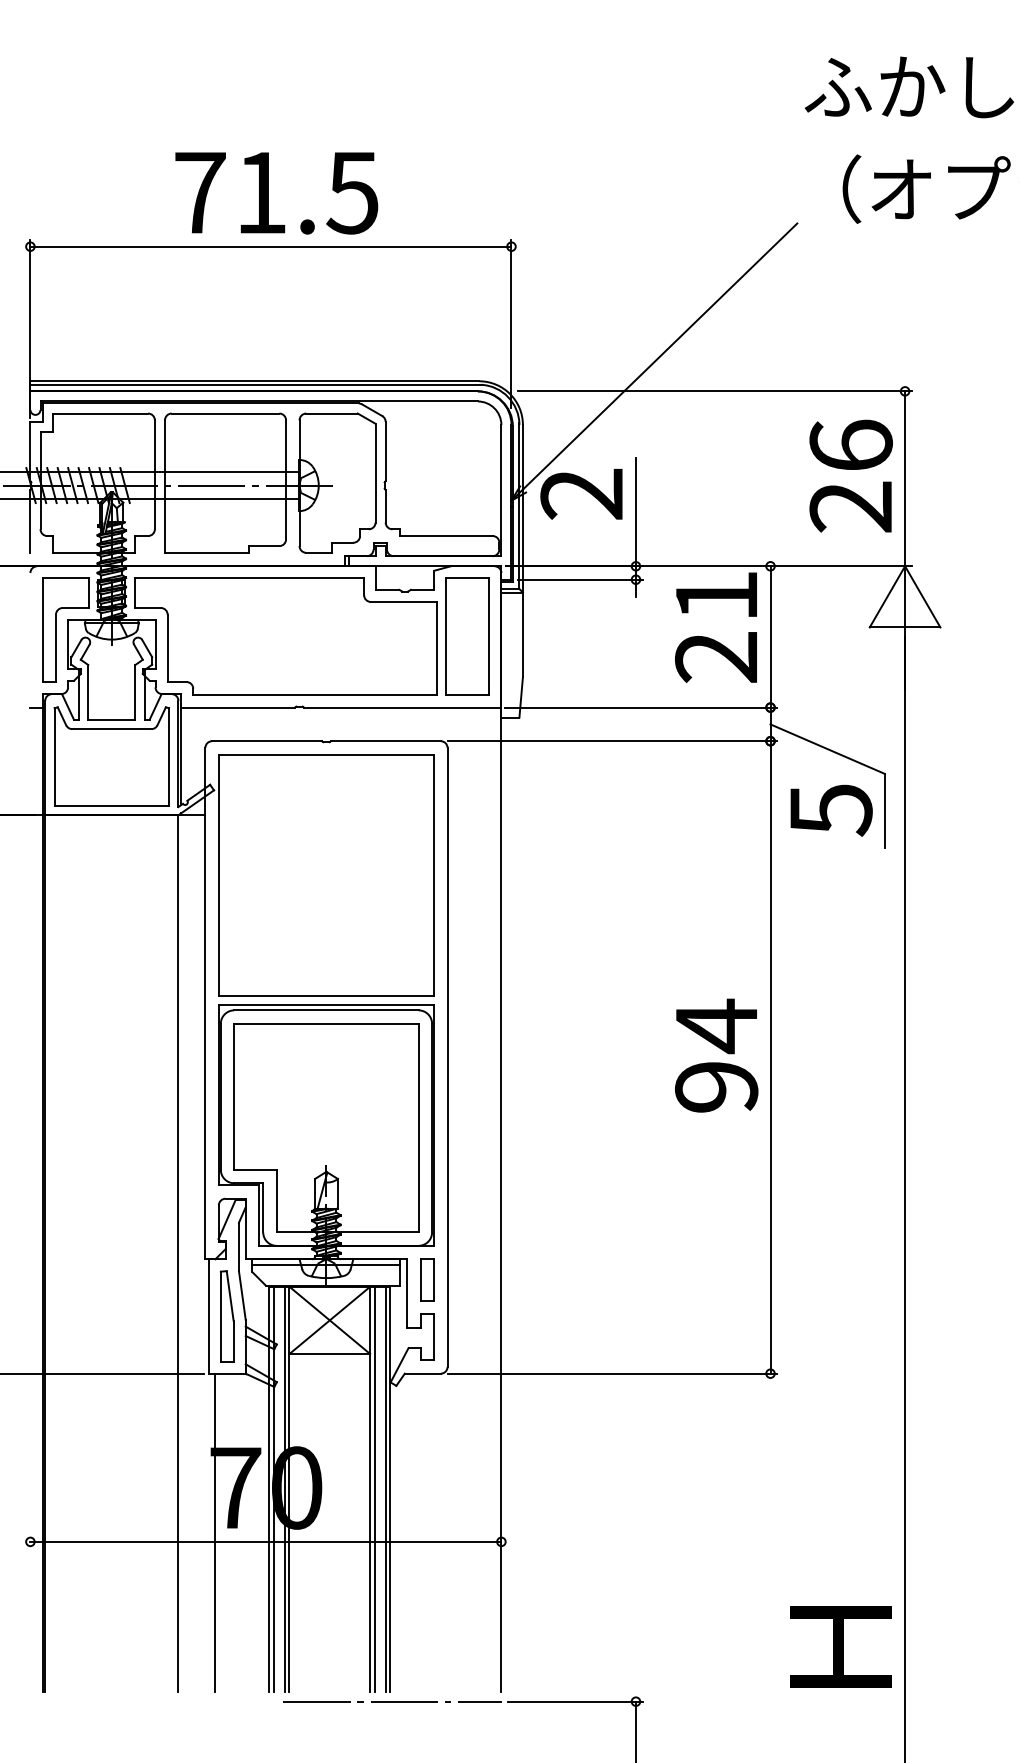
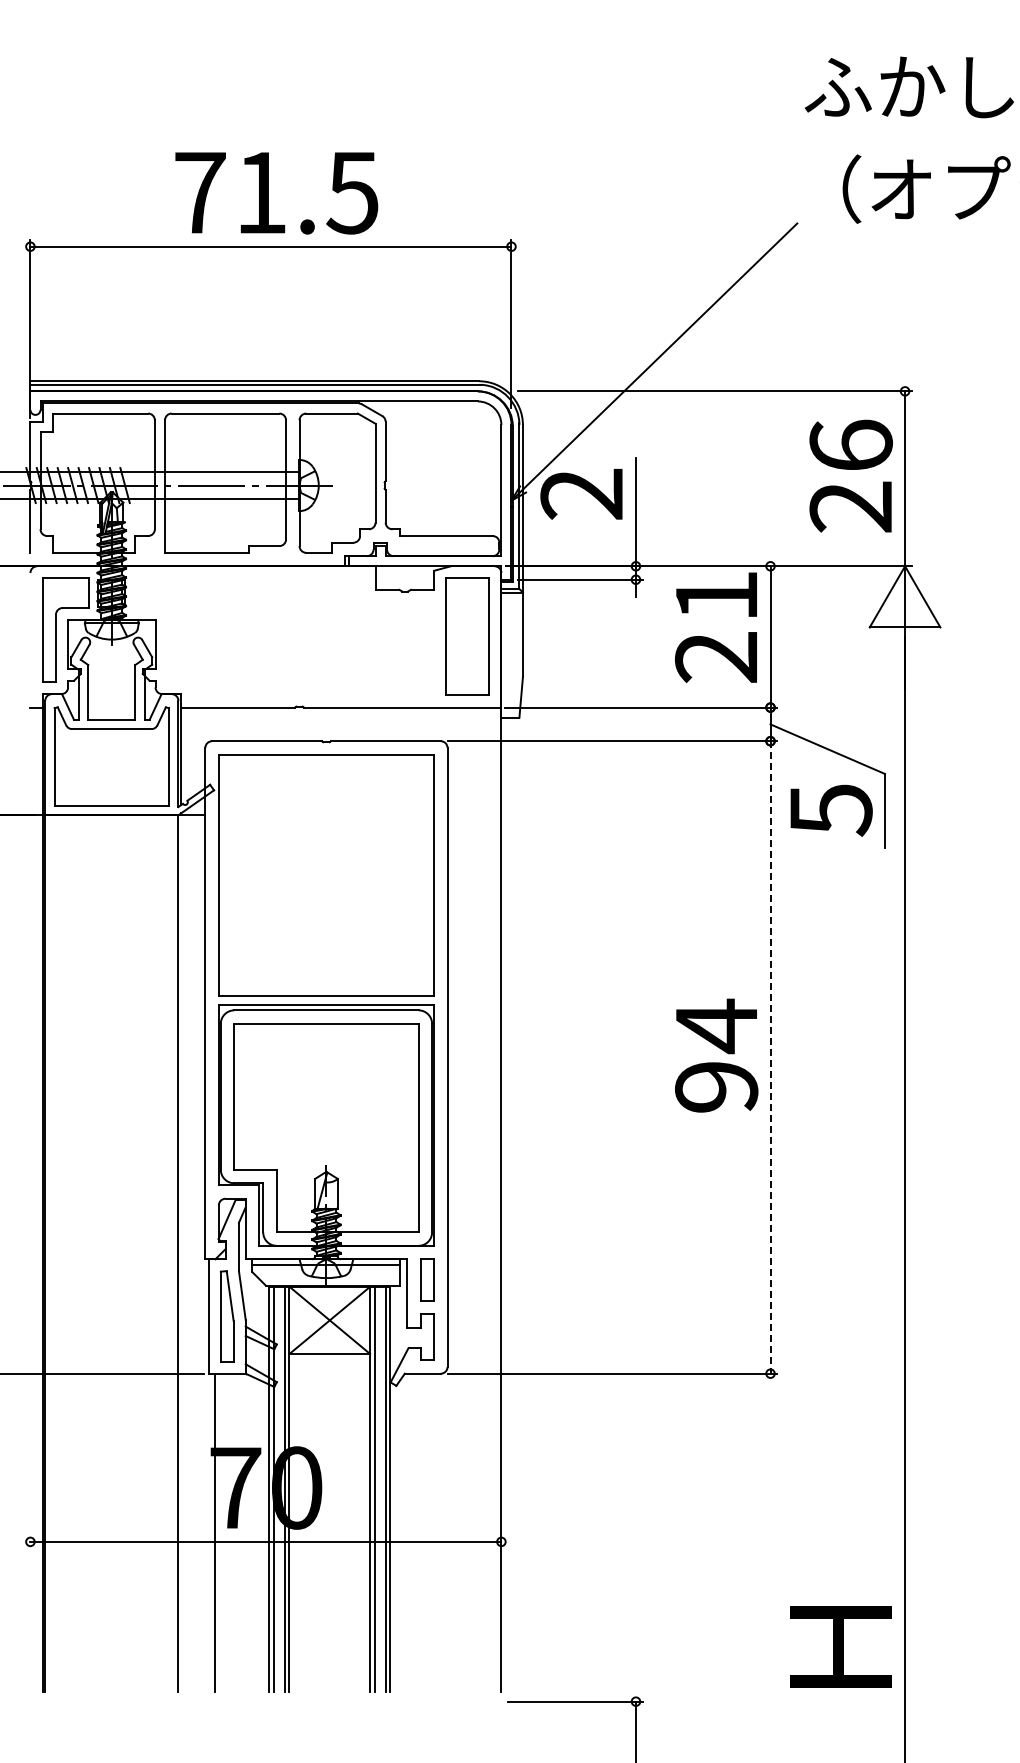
part at (285, 636): present -> none
line at (770, 1057): solid -> dashed
line at (392, 1701): present -> none
